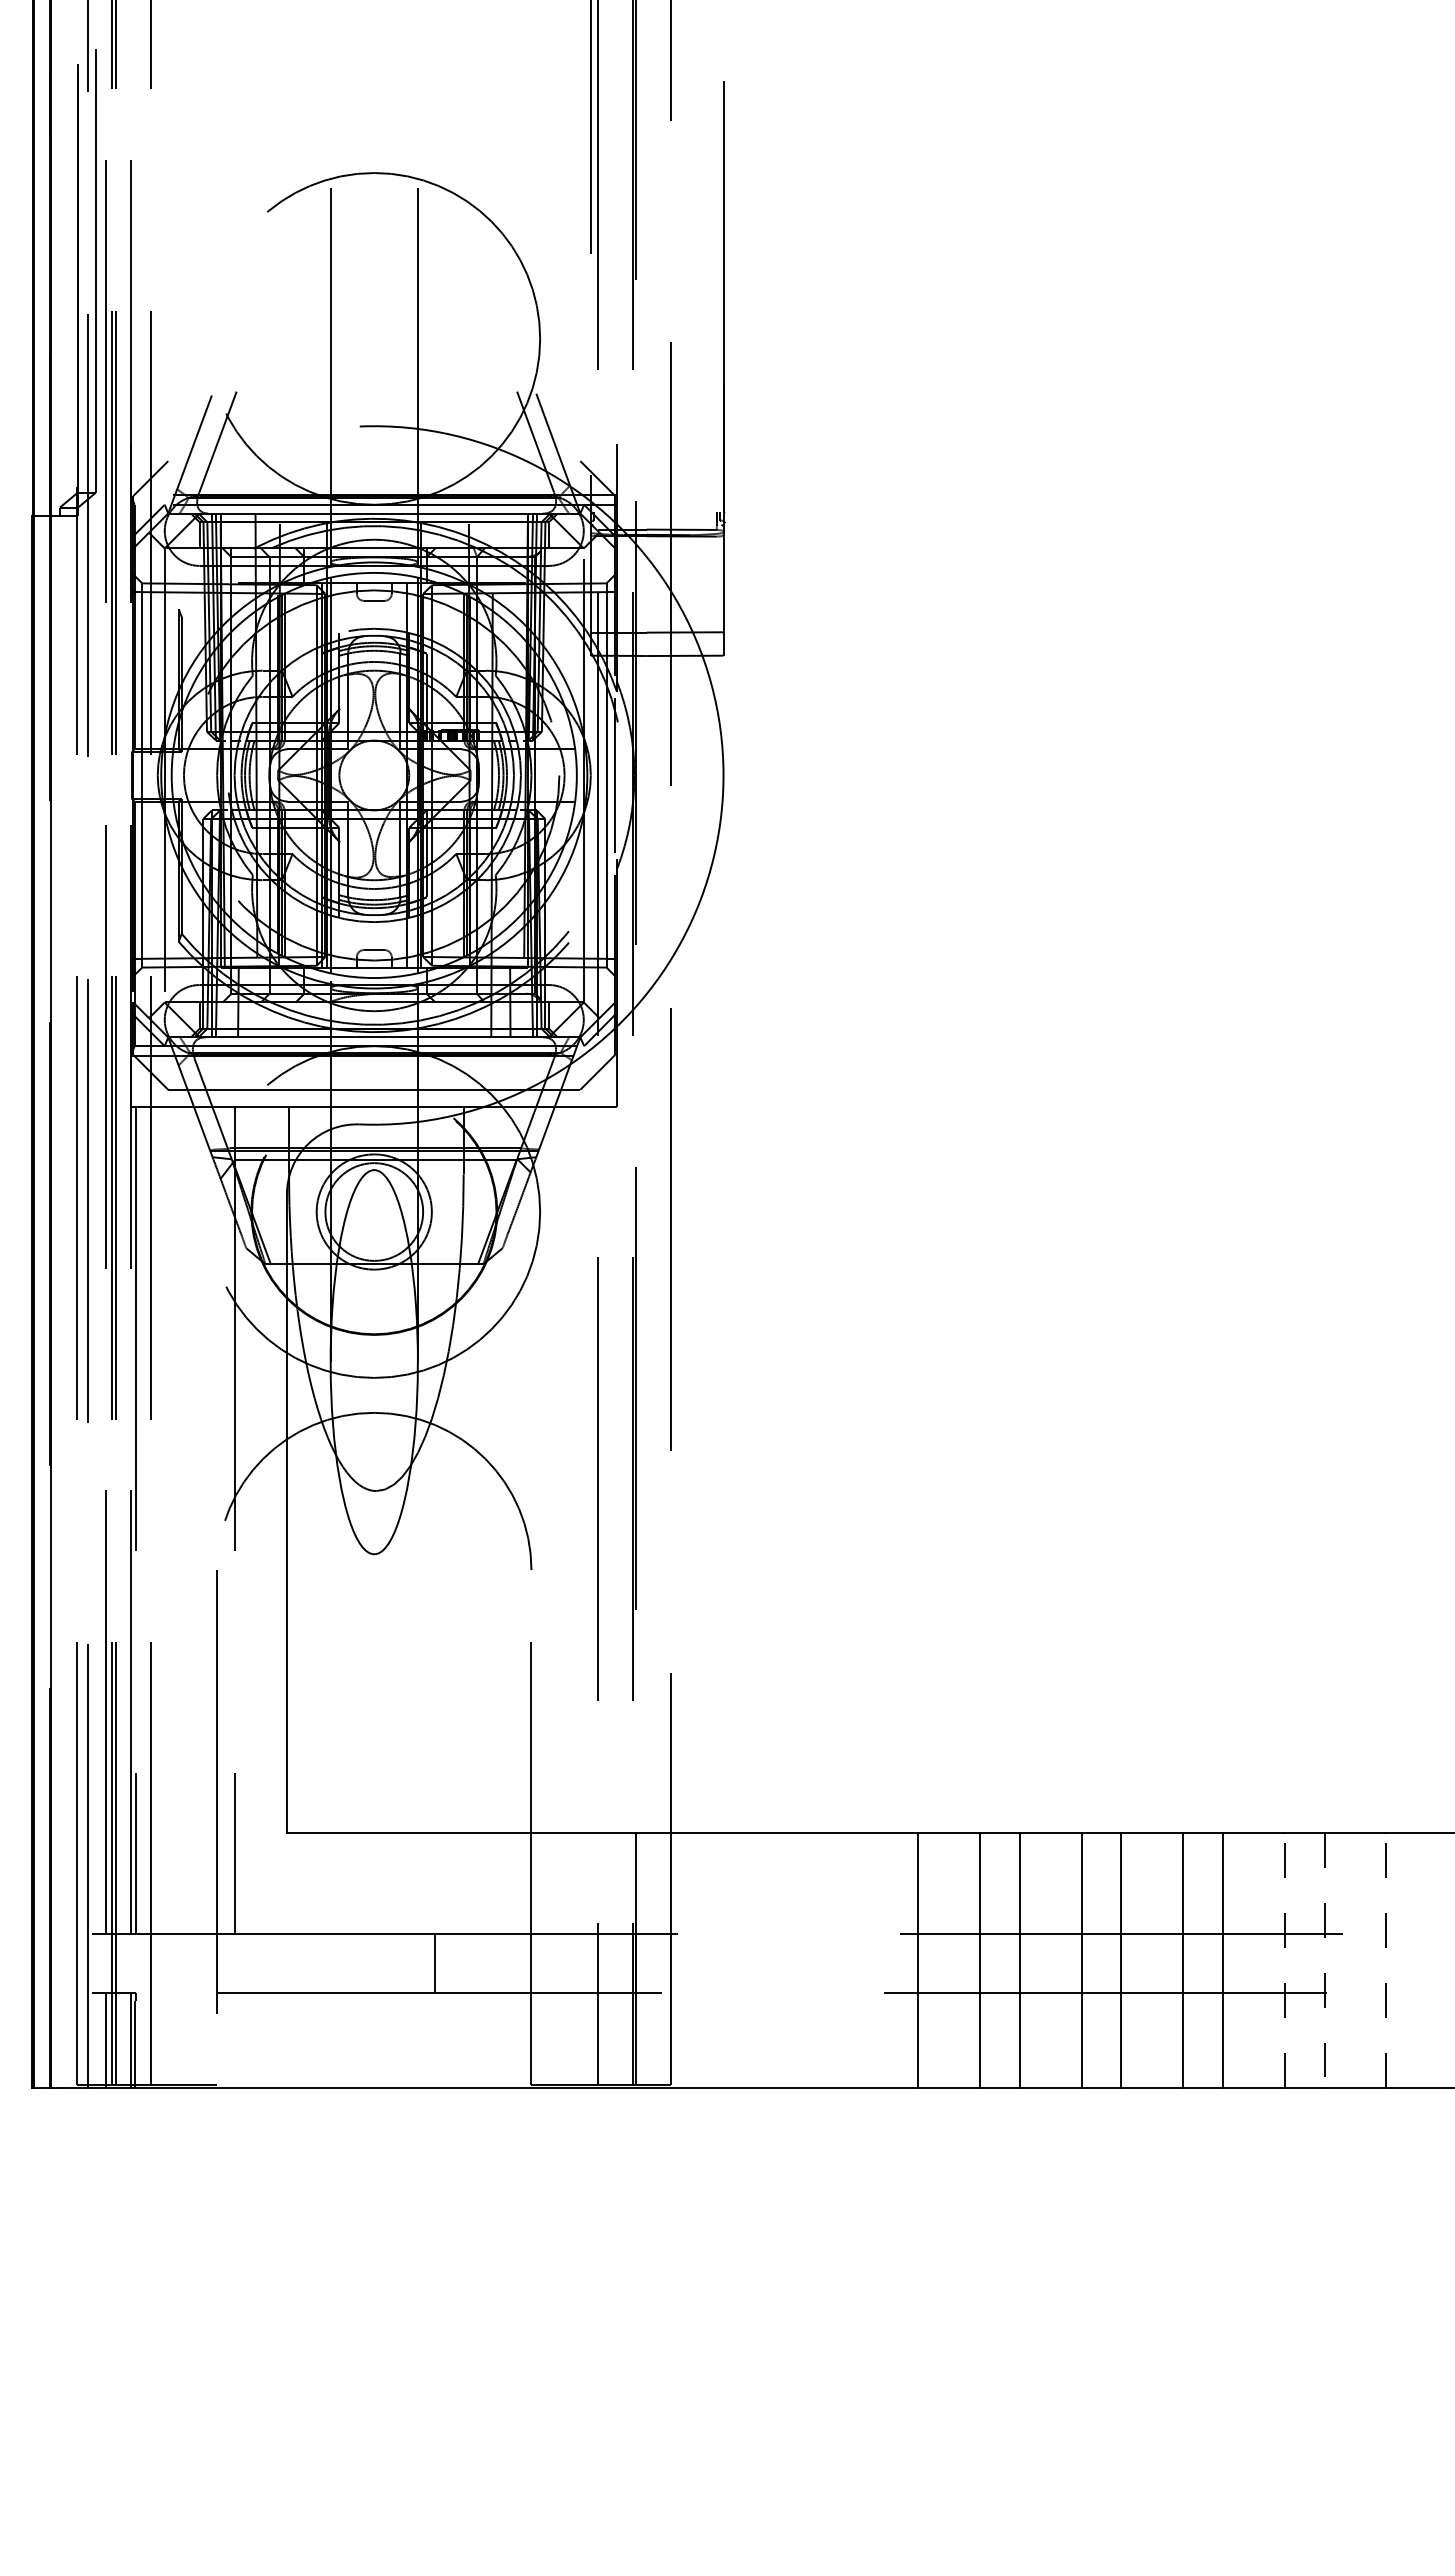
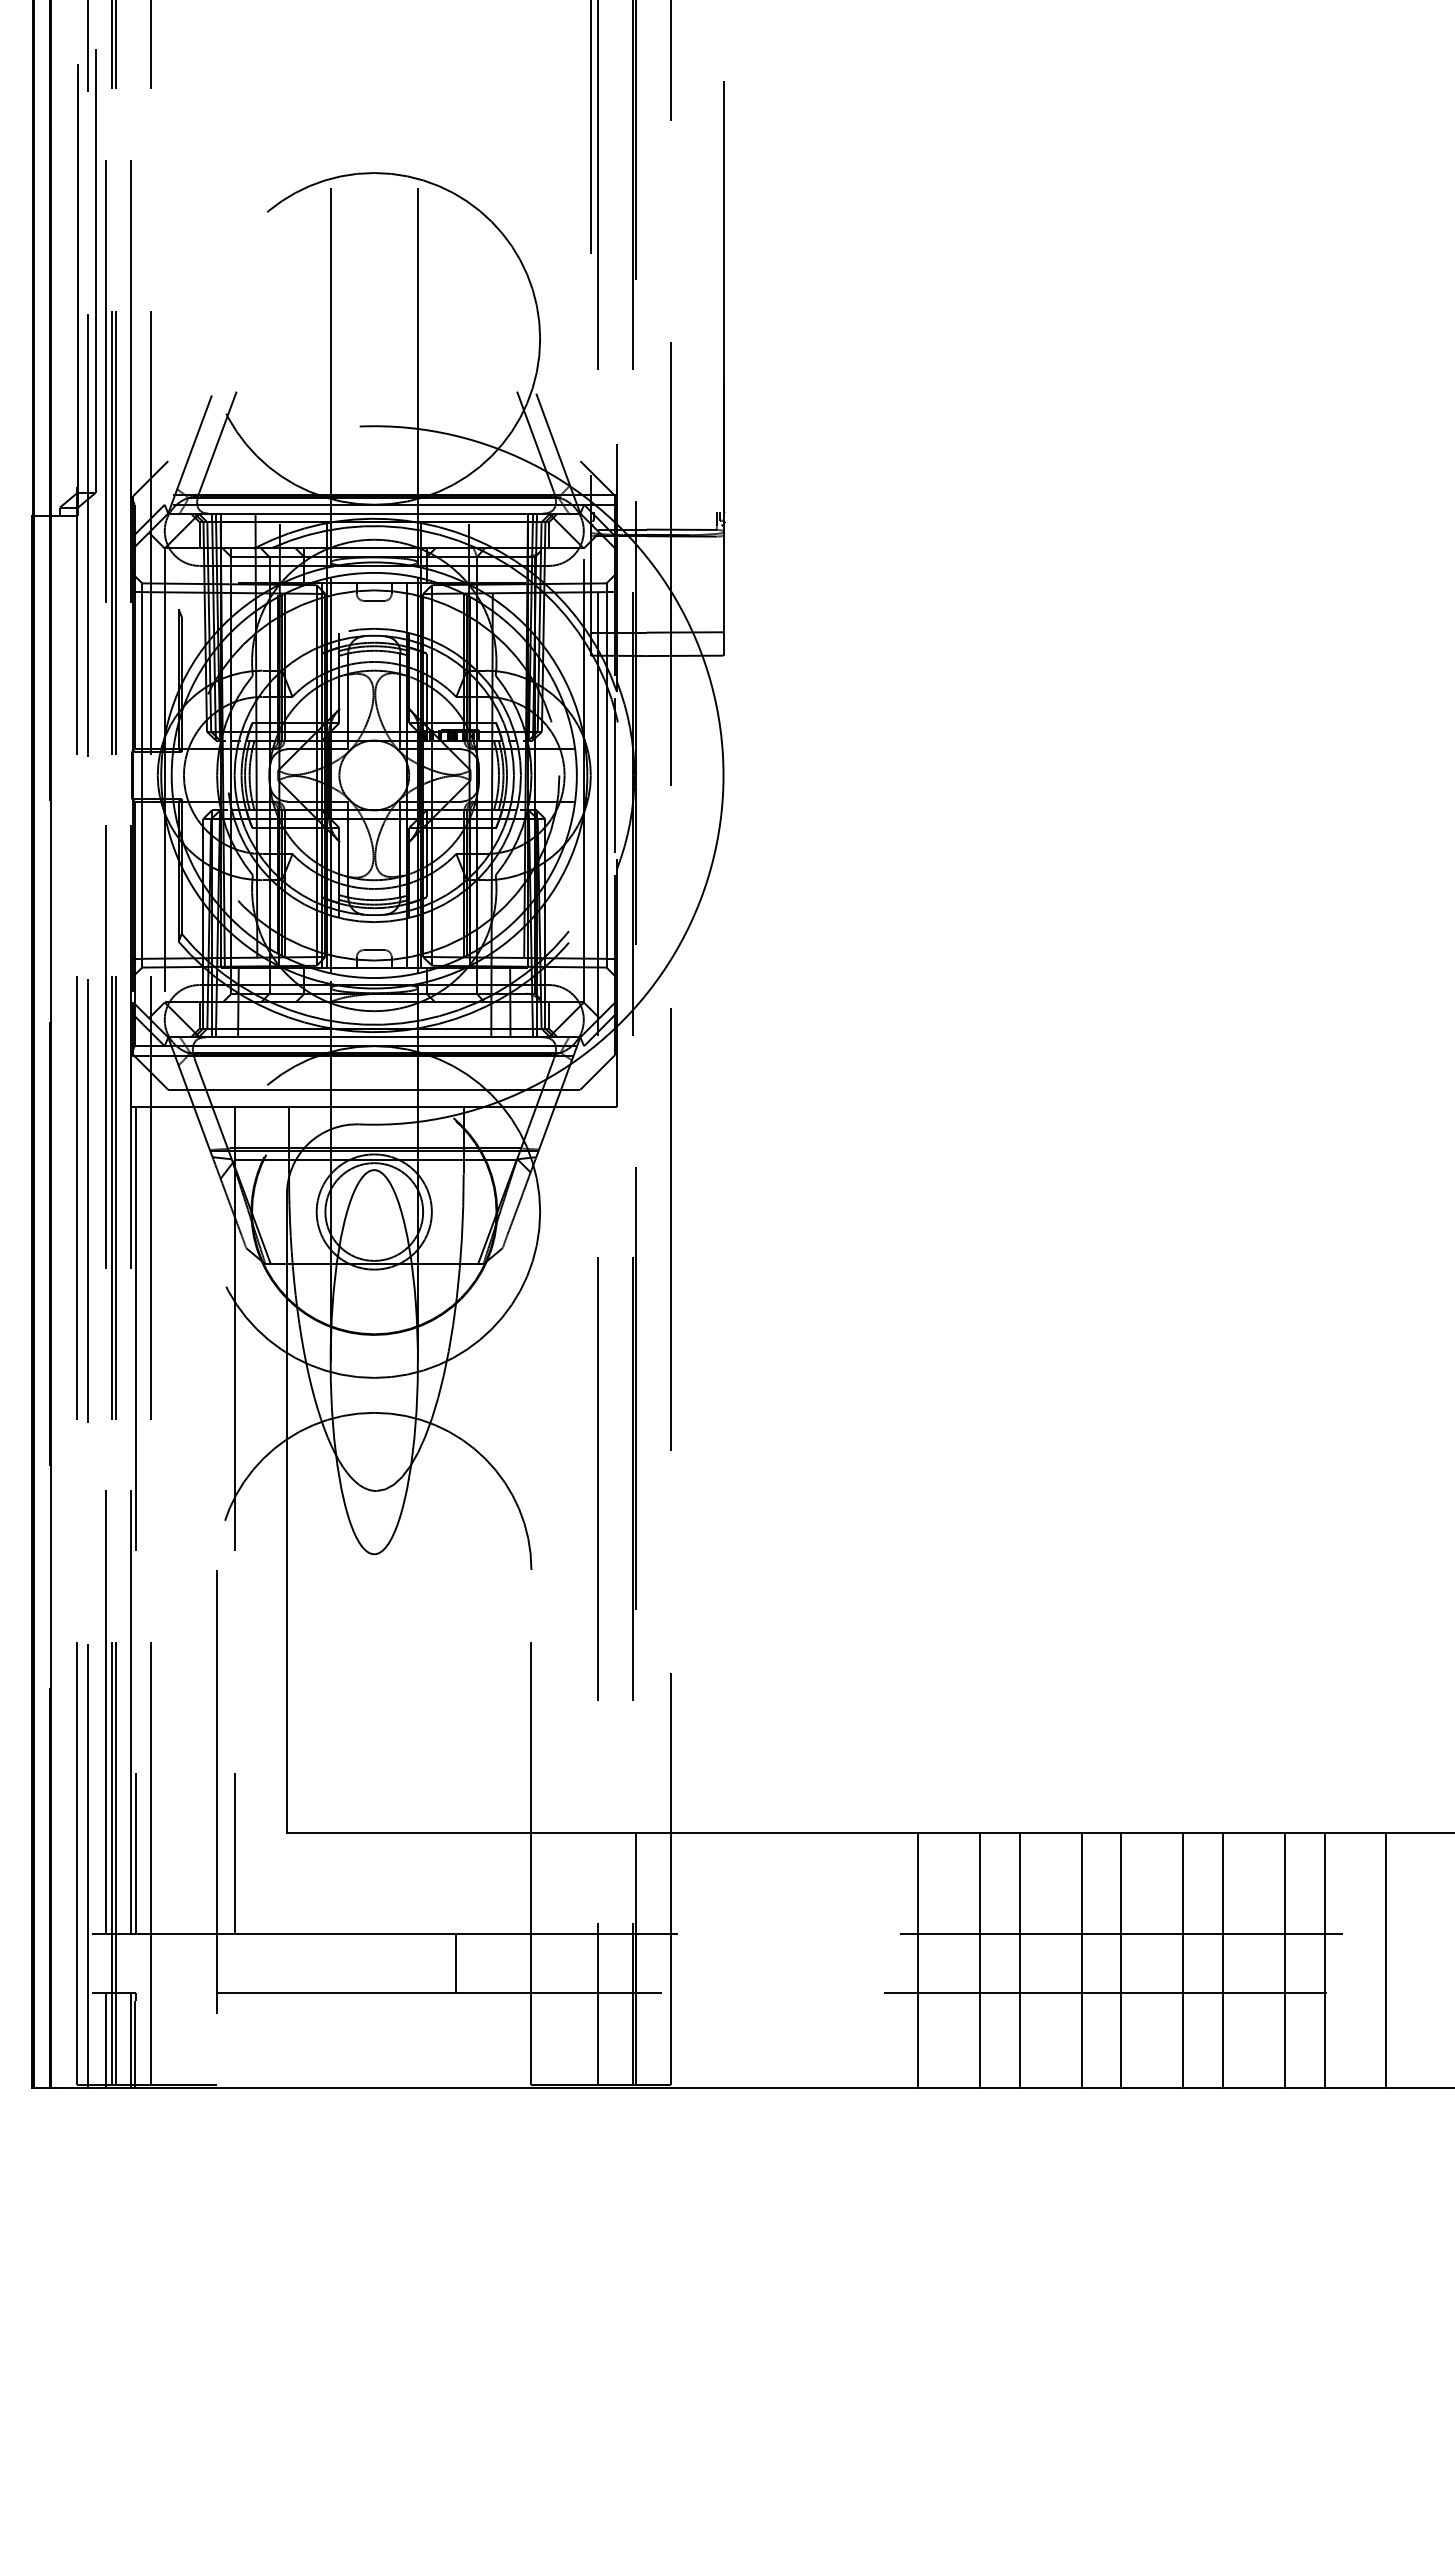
line at (1284, 1959): dashed -> solid
line at (1386, 1959): dashed -> solid
line at (1324, 1960): dashed -> solid
line at (434, 1963) position: (434, 1963) -> (455, 1963)
